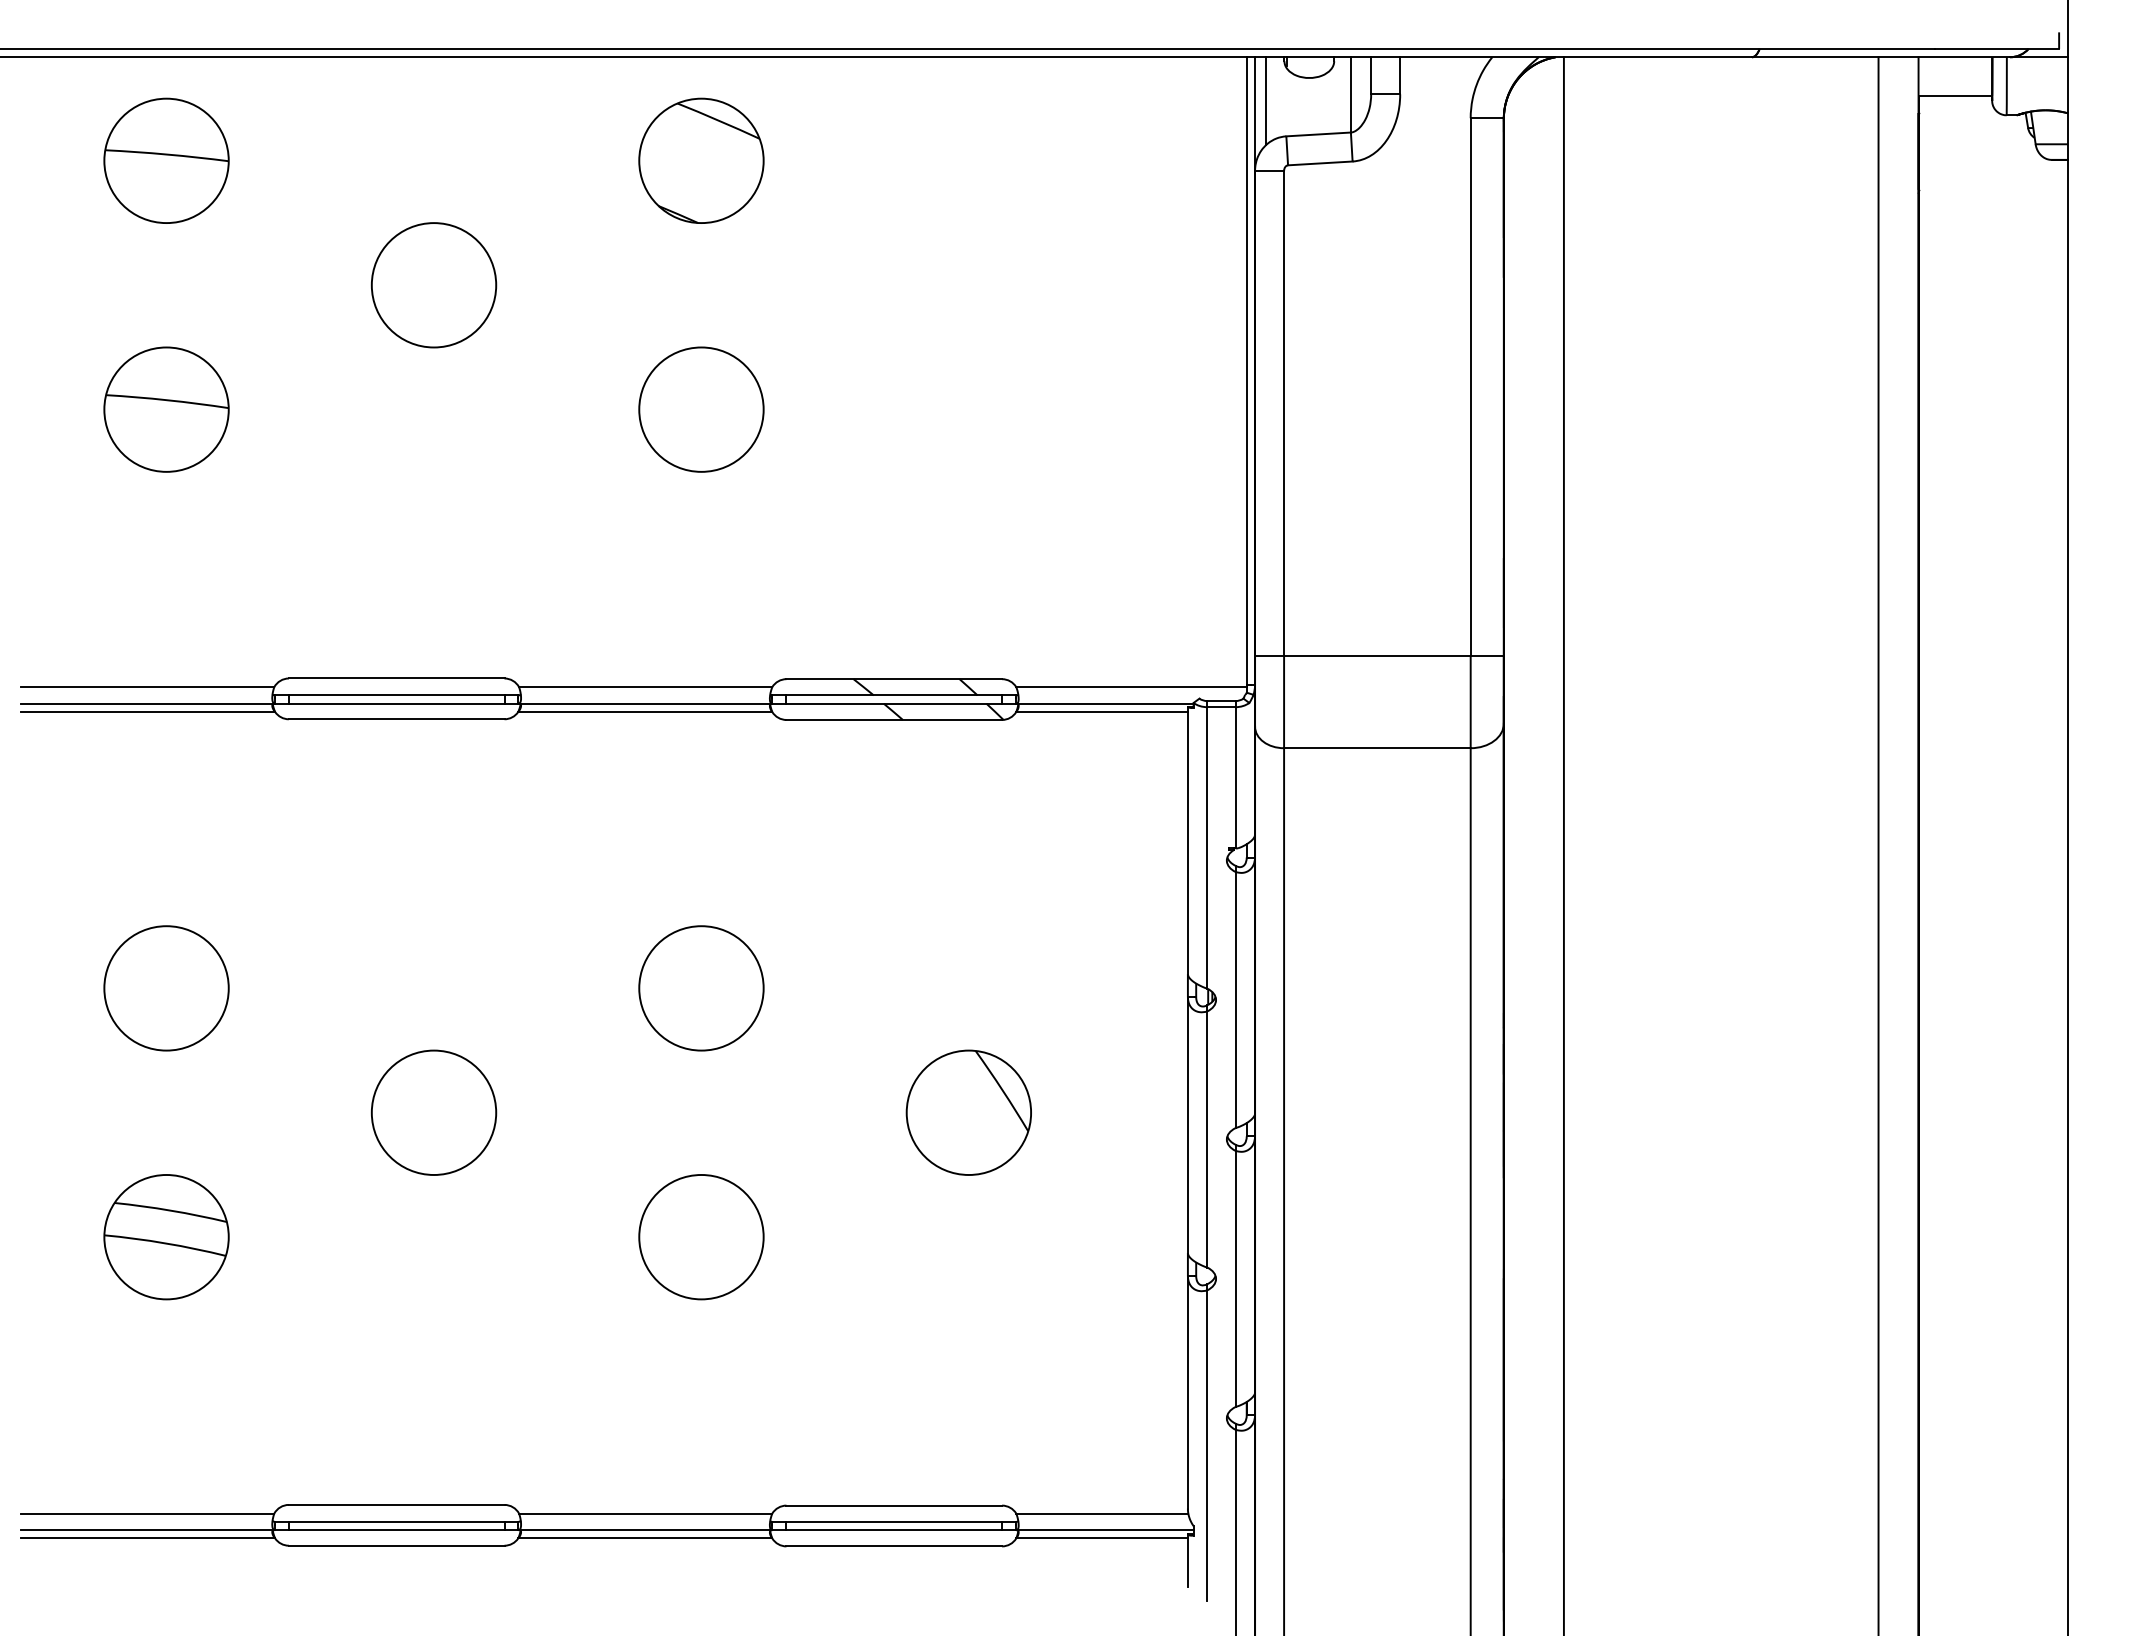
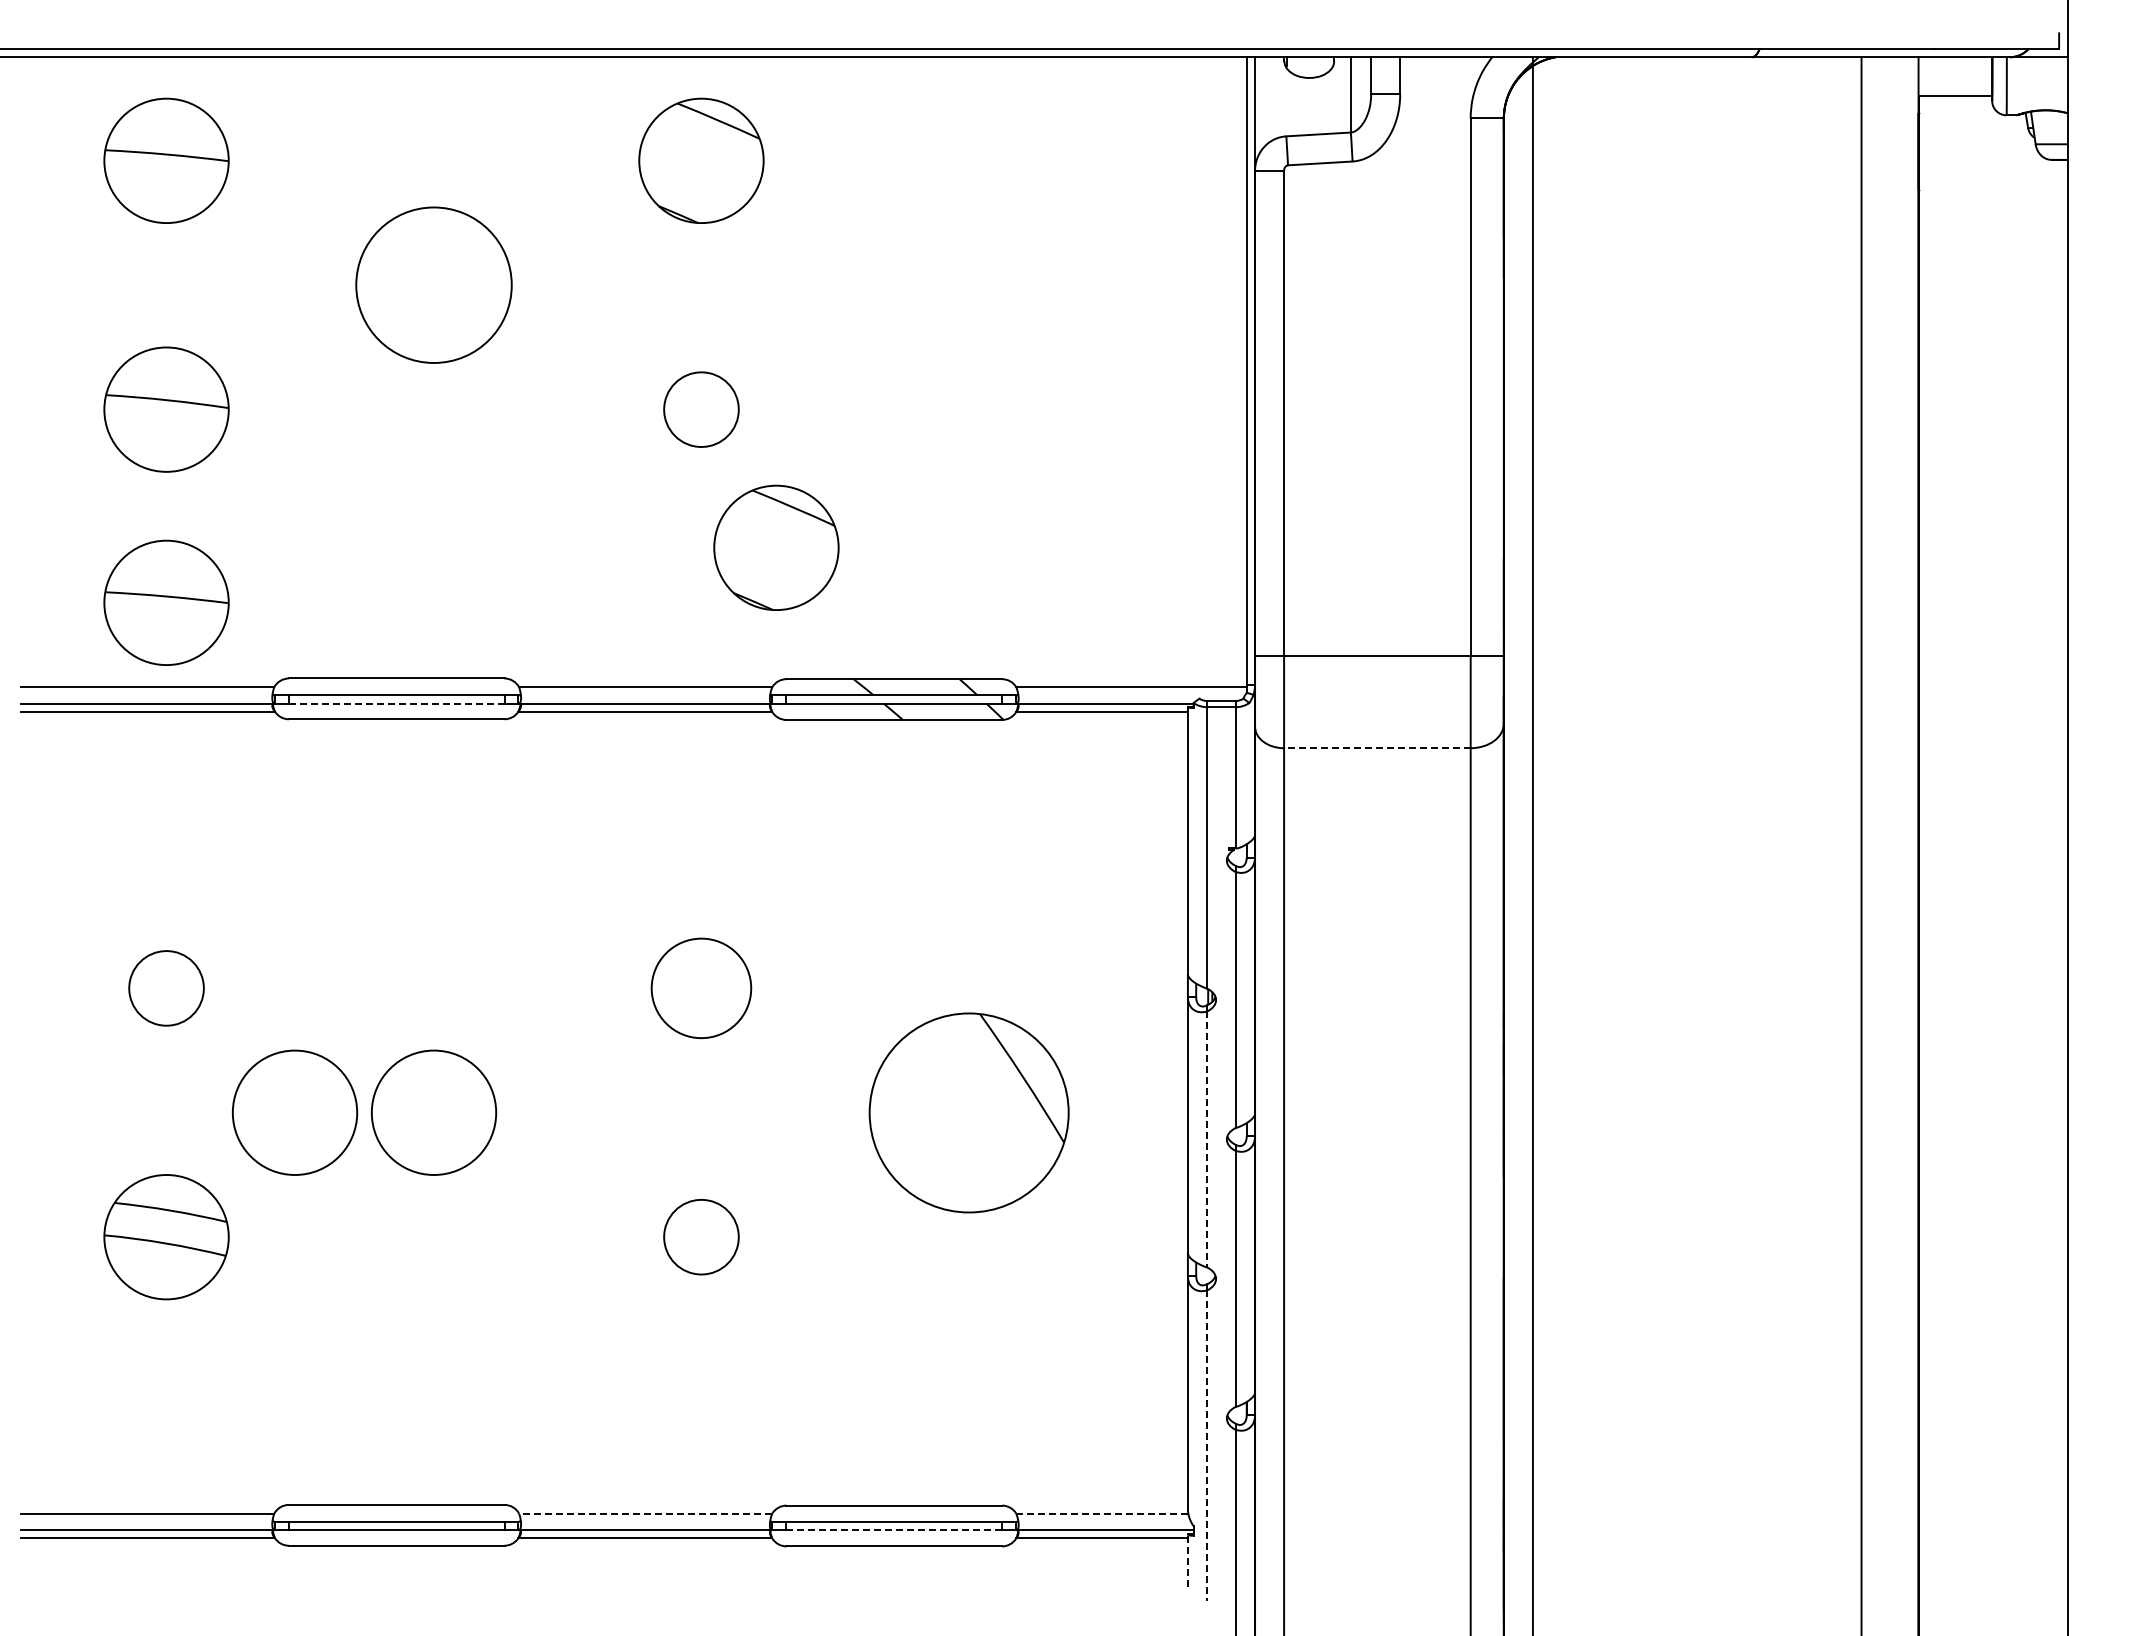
line at (1266, 100): present -> none
circle at (433, 285) size: 128x127 px -> 158x158 px
circle at (701, 409) diameter: 124 px -> 75 px
part at (776, 547): none -> present
part at (166, 602): none -> present
line at (396, 703): solid -> dashed
line at (1376, 748): solid -> dashed
line at (1563, 844) position: (1563, 844) -> (1532, 844)
line at (1878, 844) position: (1878, 844) -> (1861, 844)
circle at (166, 988) diameter: 124 px -> 75 px
circle at (701, 988) diameter: 124 px -> 100 px
circle at (294, 1112): none -> present
part at (968, 1112) size: 127x127 px -> 202x202 px
line at (1207, 1140): solid -> dashed
circle at (701, 1236) diameter: 124 px -> 75 px
line at (1207, 1445): solid -> dashed
line at (645, 1513): solid -> dashed
line at (1101, 1513): solid -> dashed
line at (894, 1530): solid -> dashed
line at (1187, 1560): solid -> dashed
